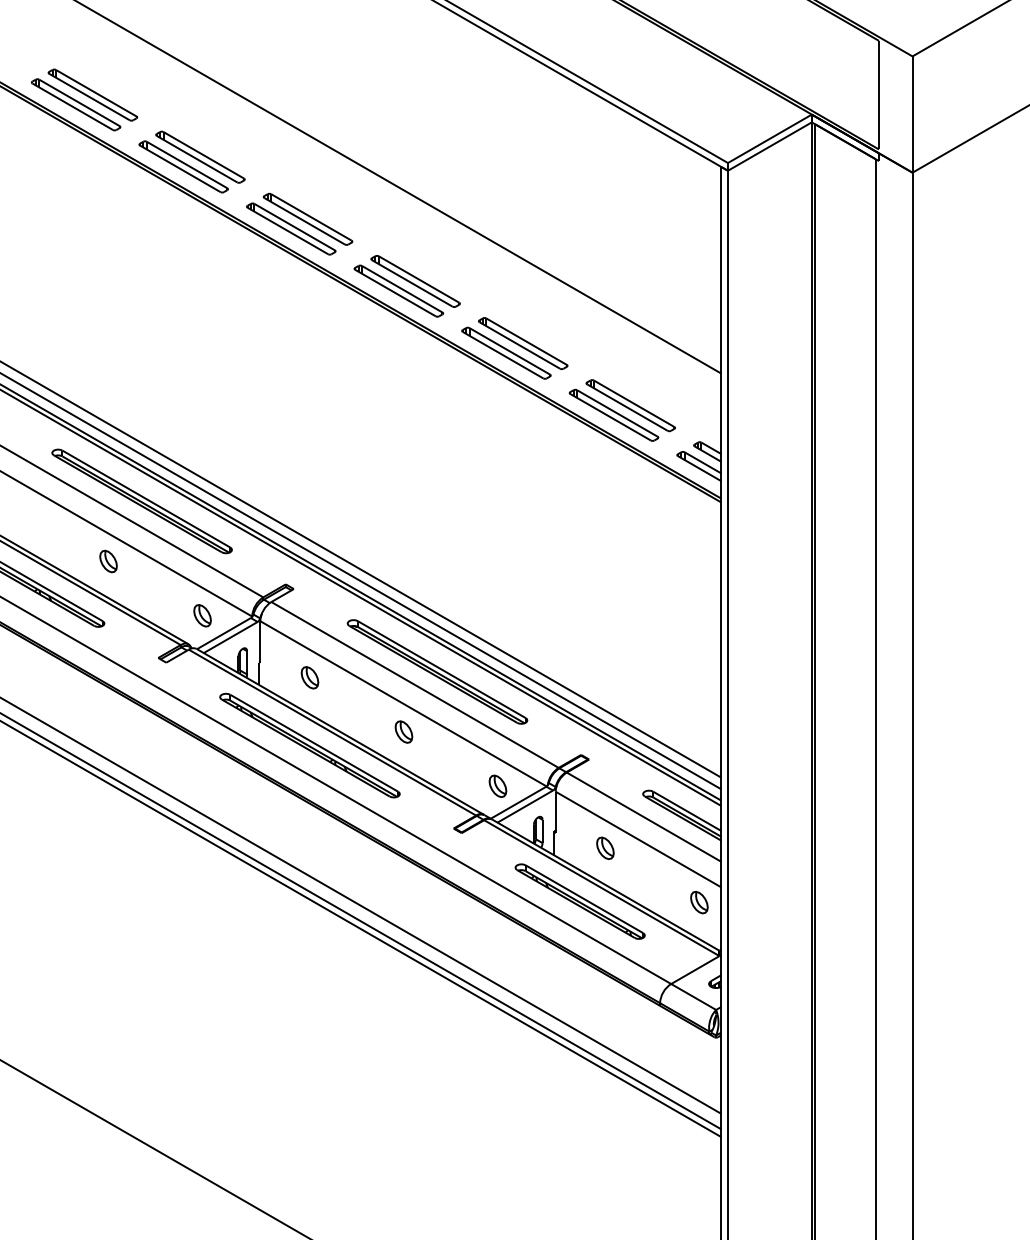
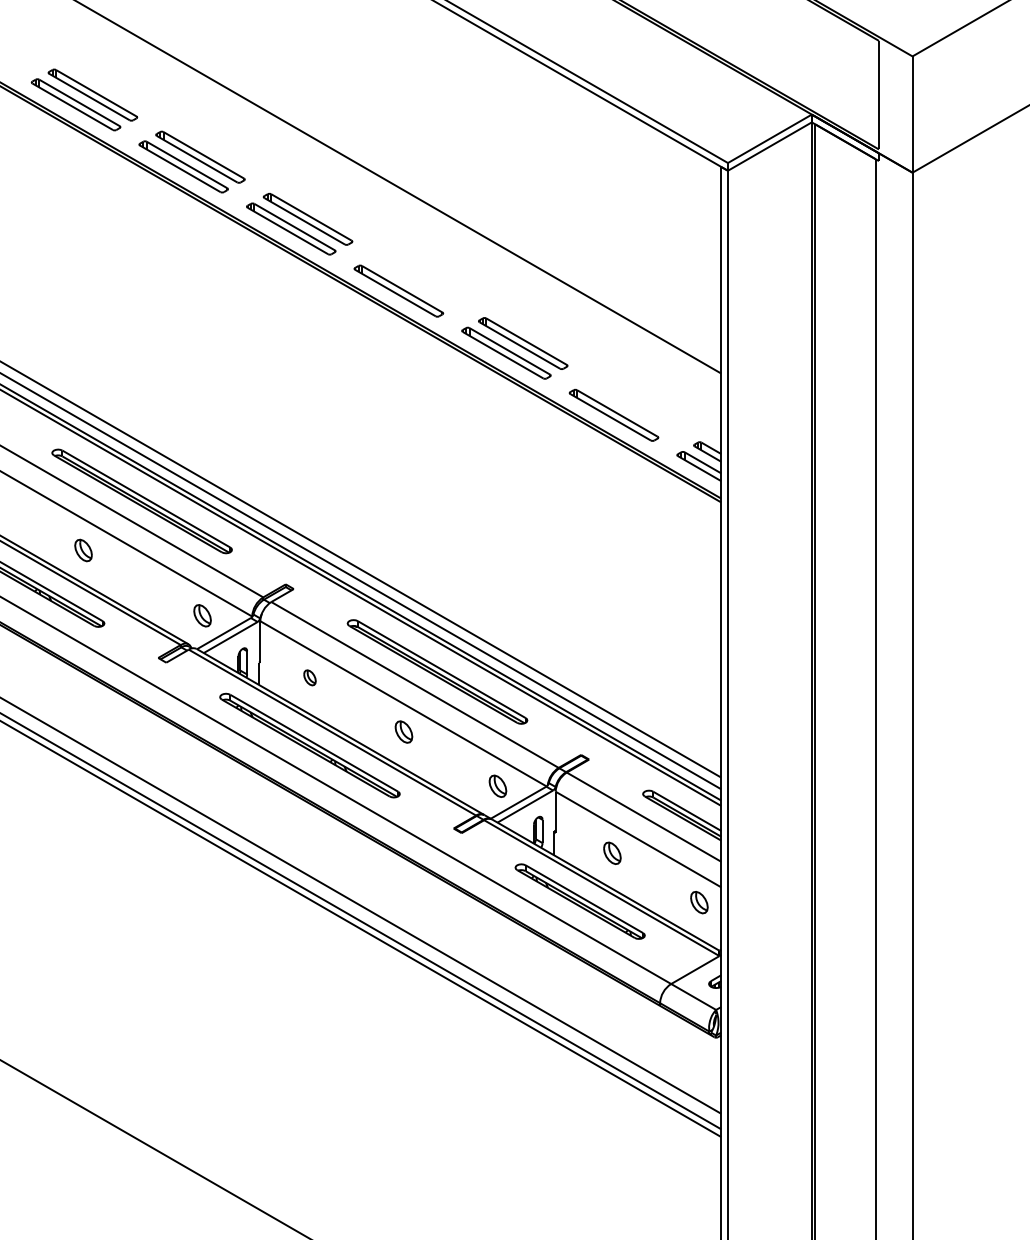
part at (415, 281): present -> none
part at (630, 405): present -> none
part at (108, 561) position: (108, 561) -> (83, 550)
part at (309, 677) size: 20x24 px -> 14x18 px
part at (605, 847) position: (605, 847) -> (612, 852)
